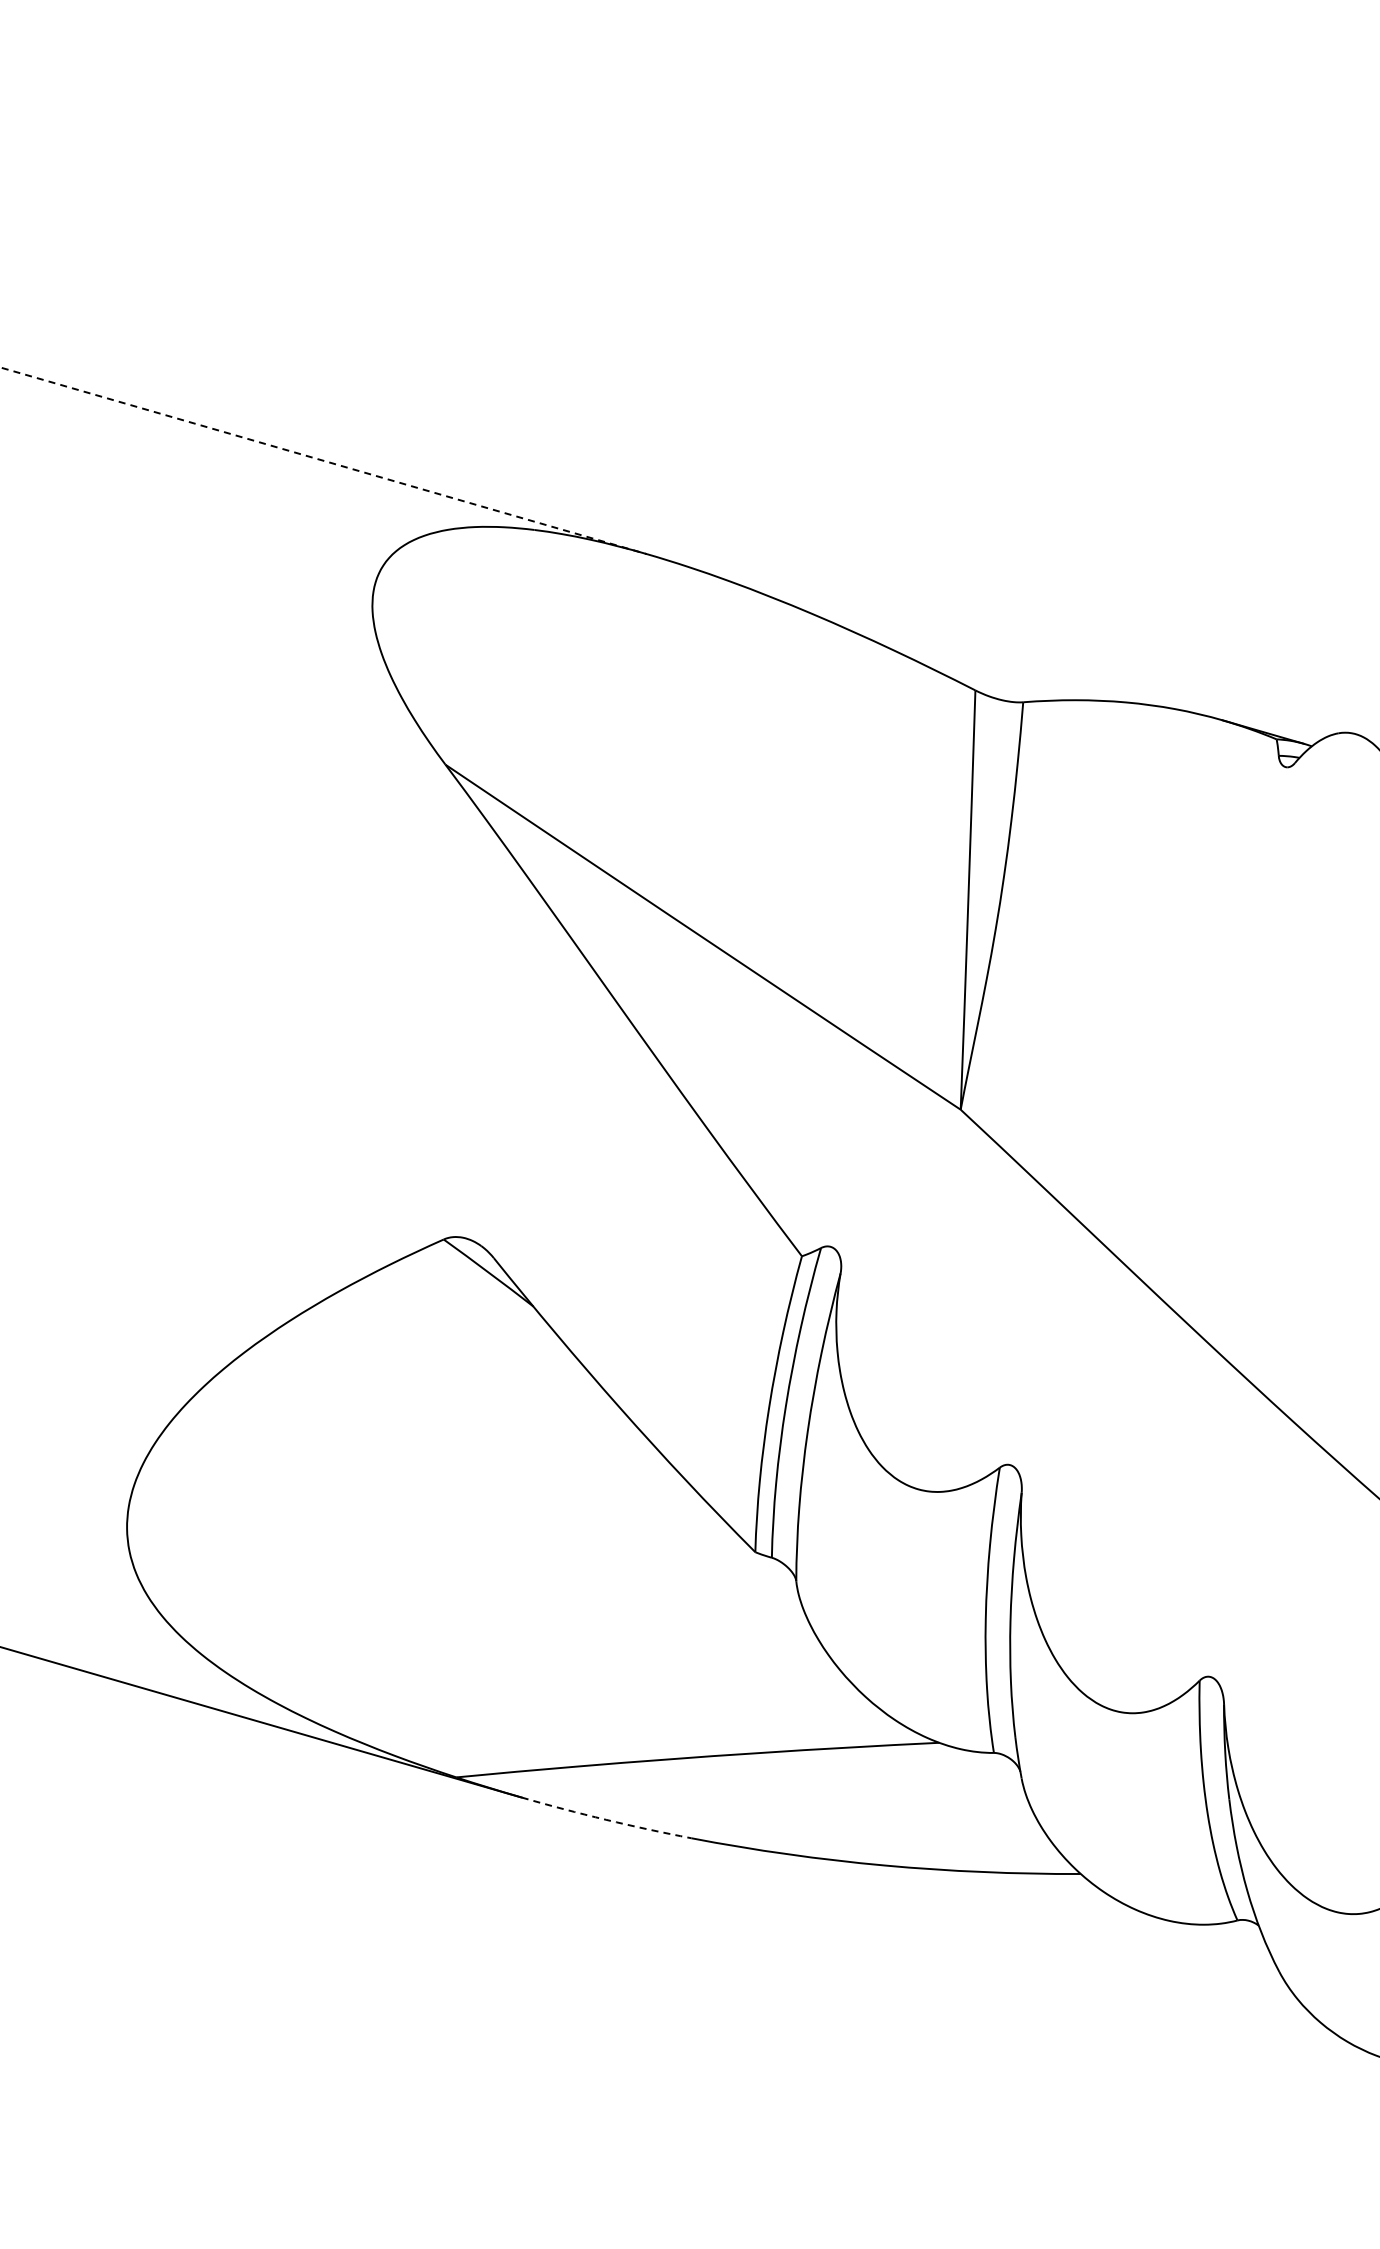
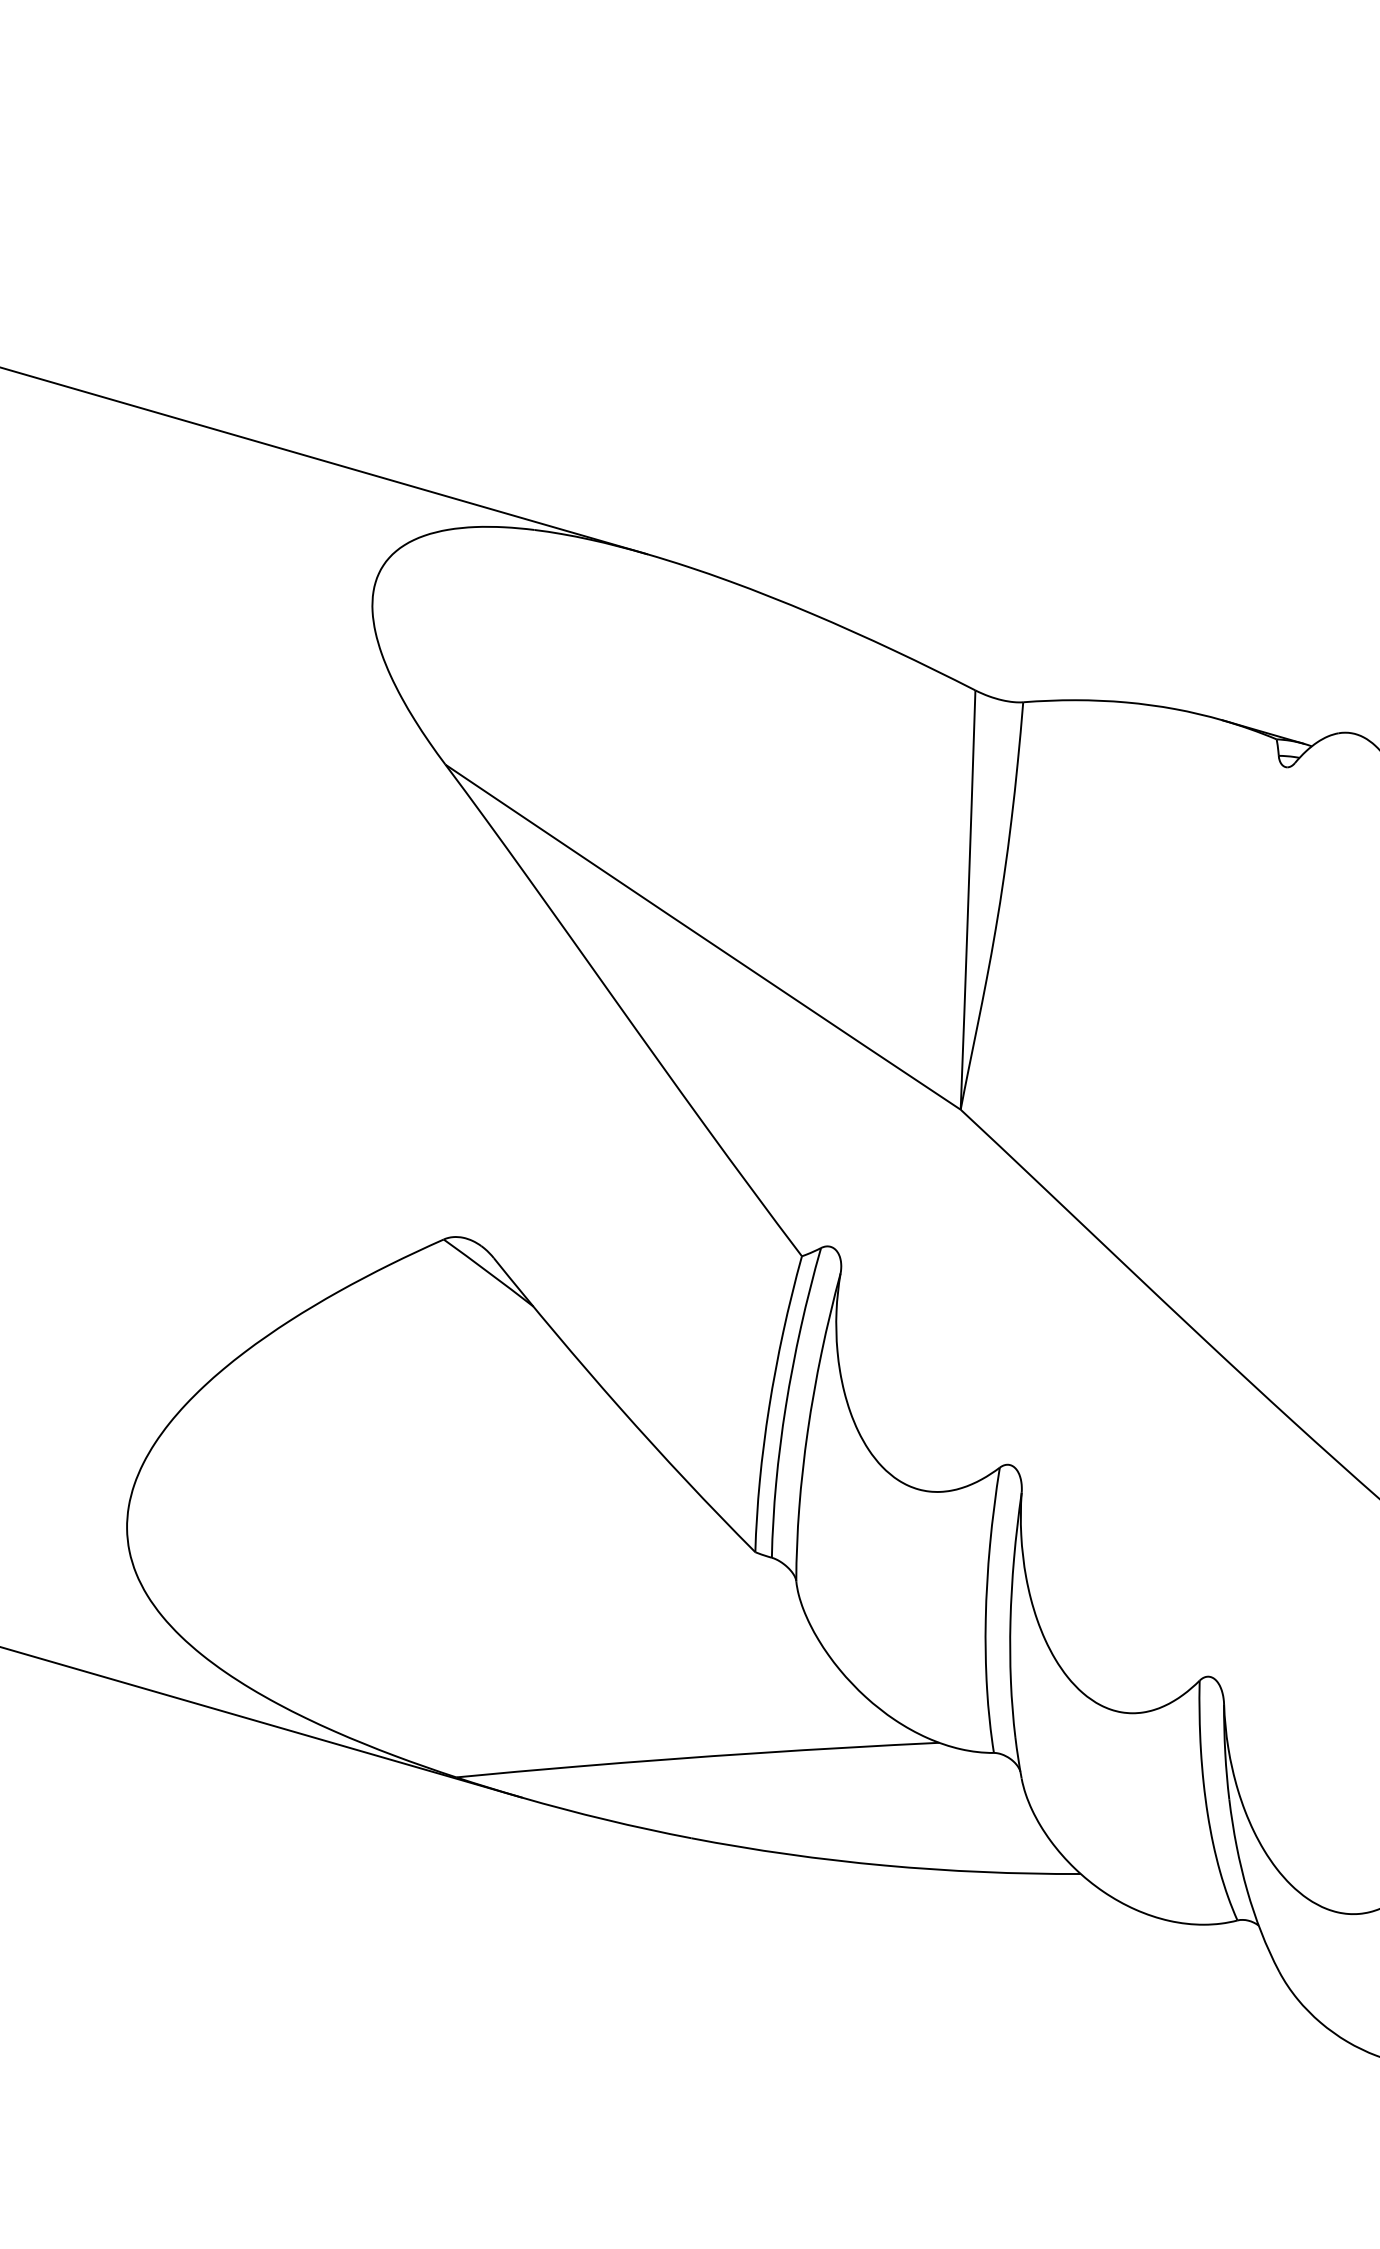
line at (324, 460): dashed -> solid
arc at (606, 1819): dashed -> solid
